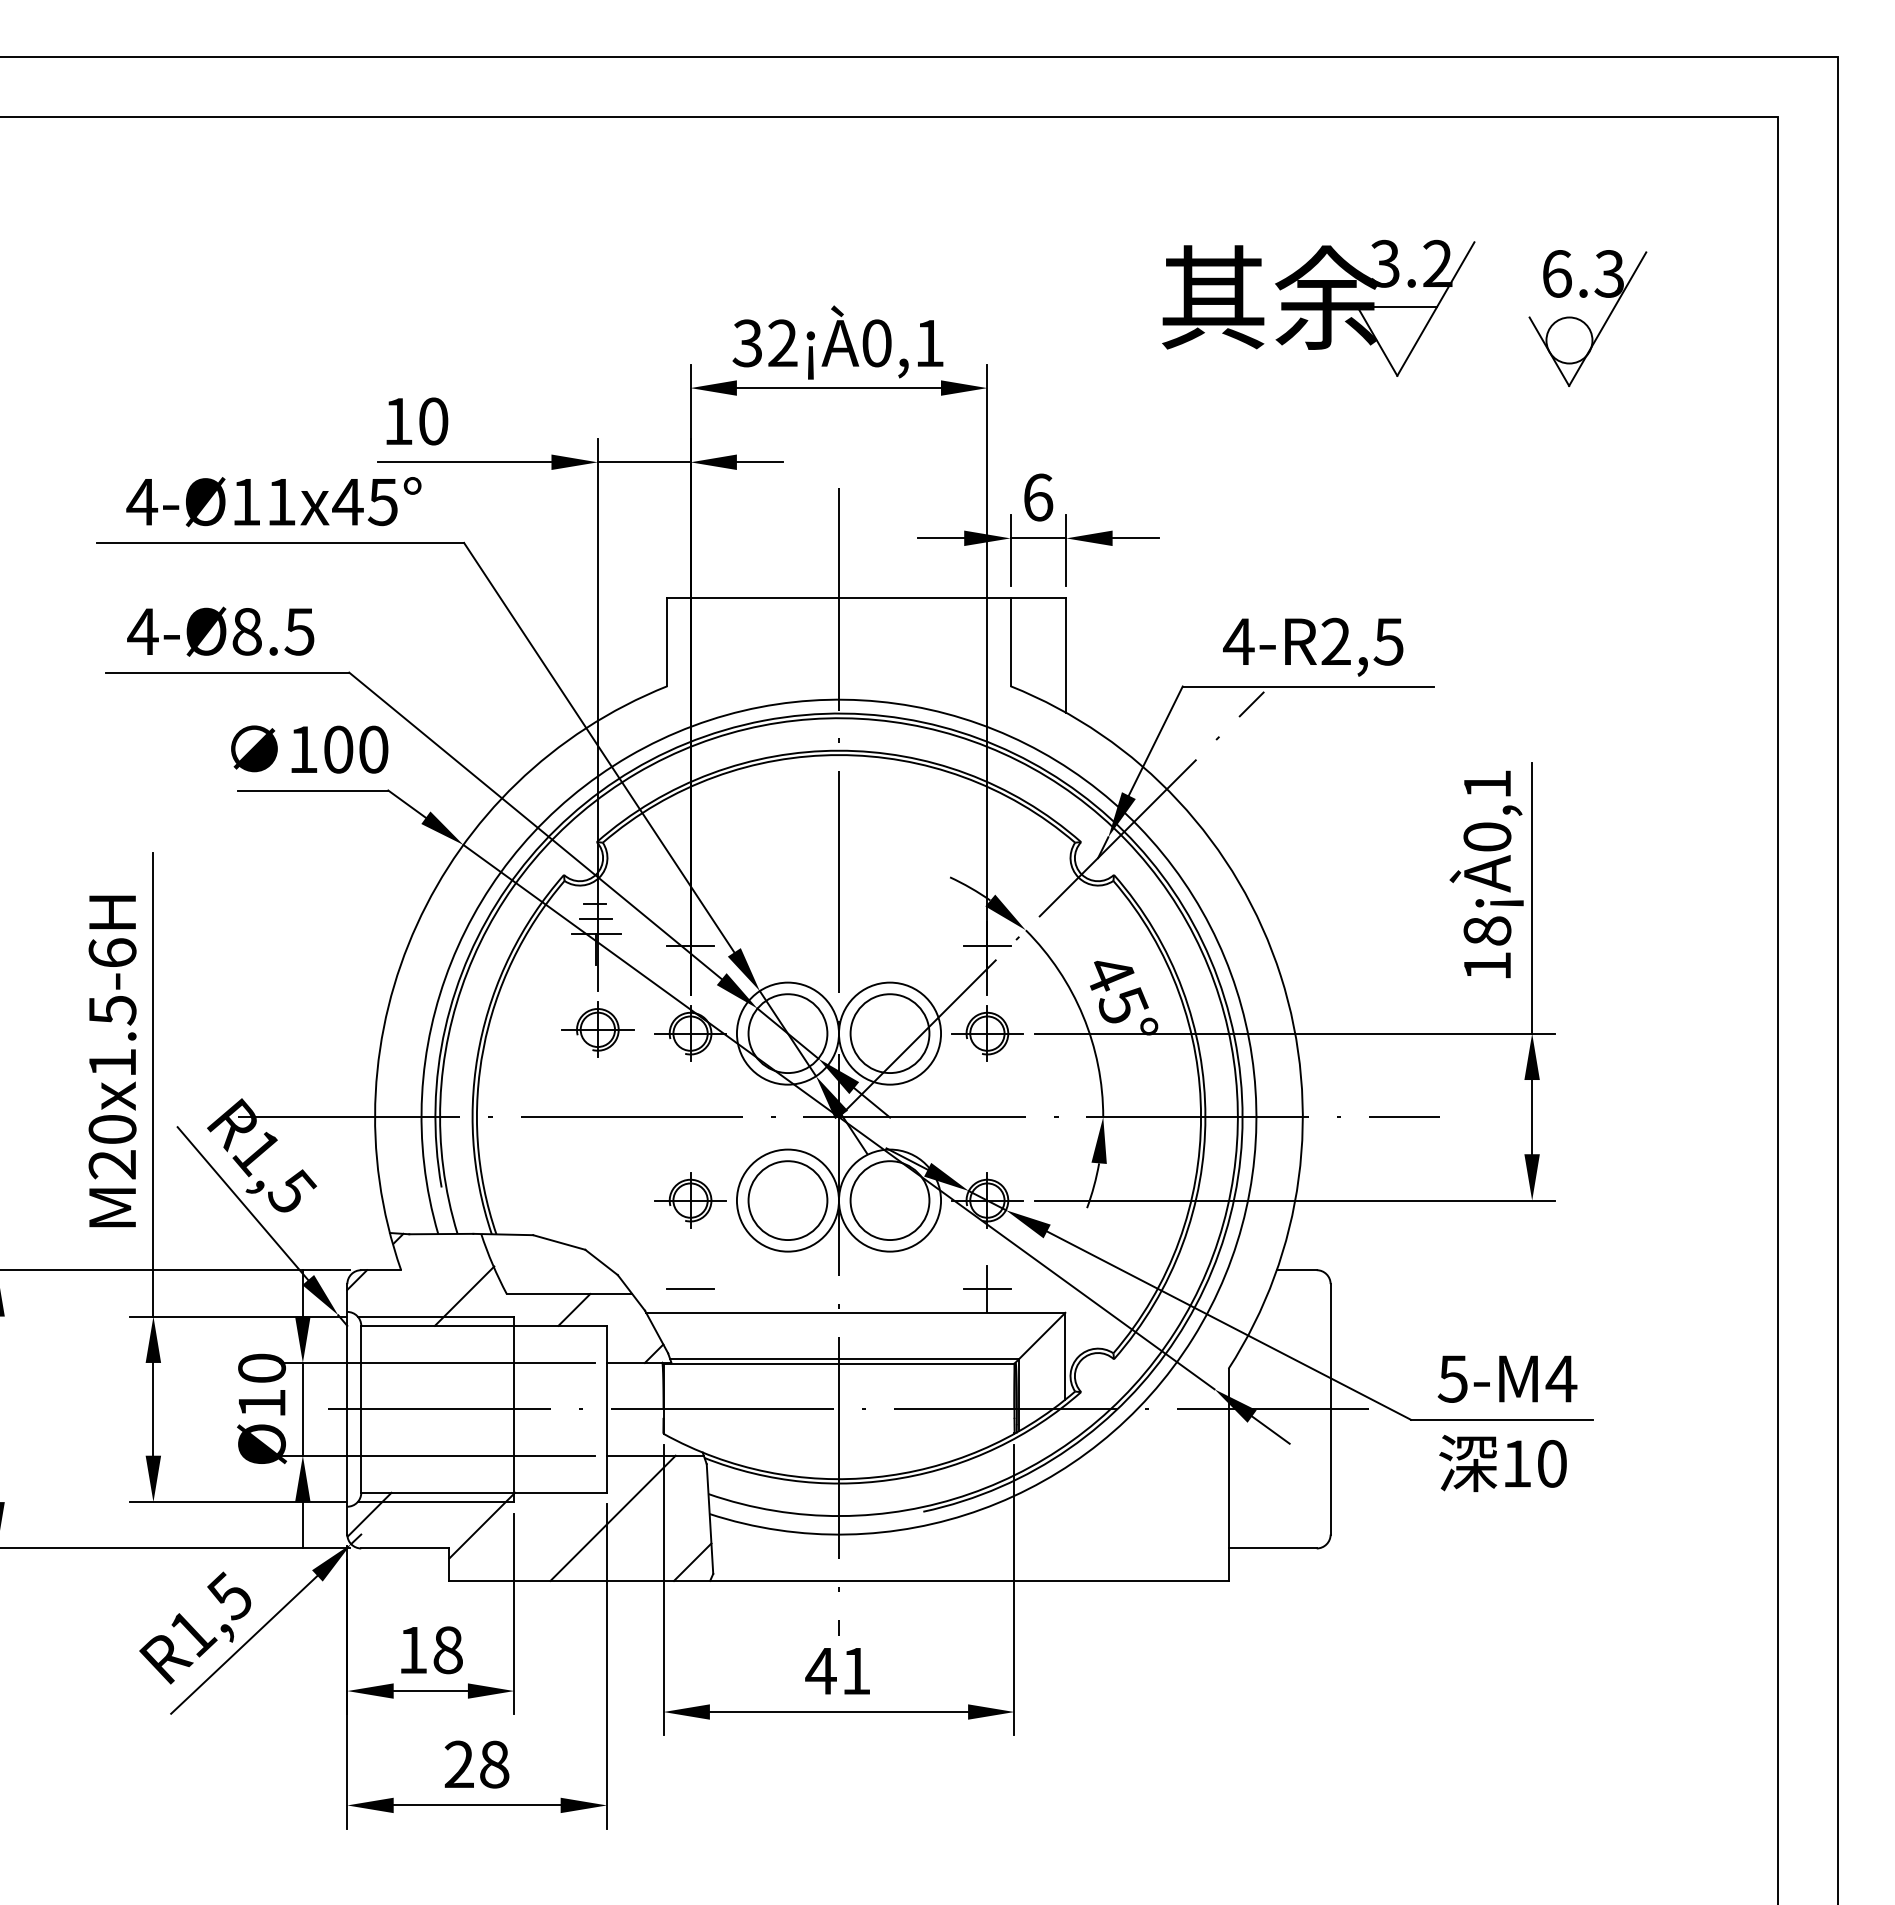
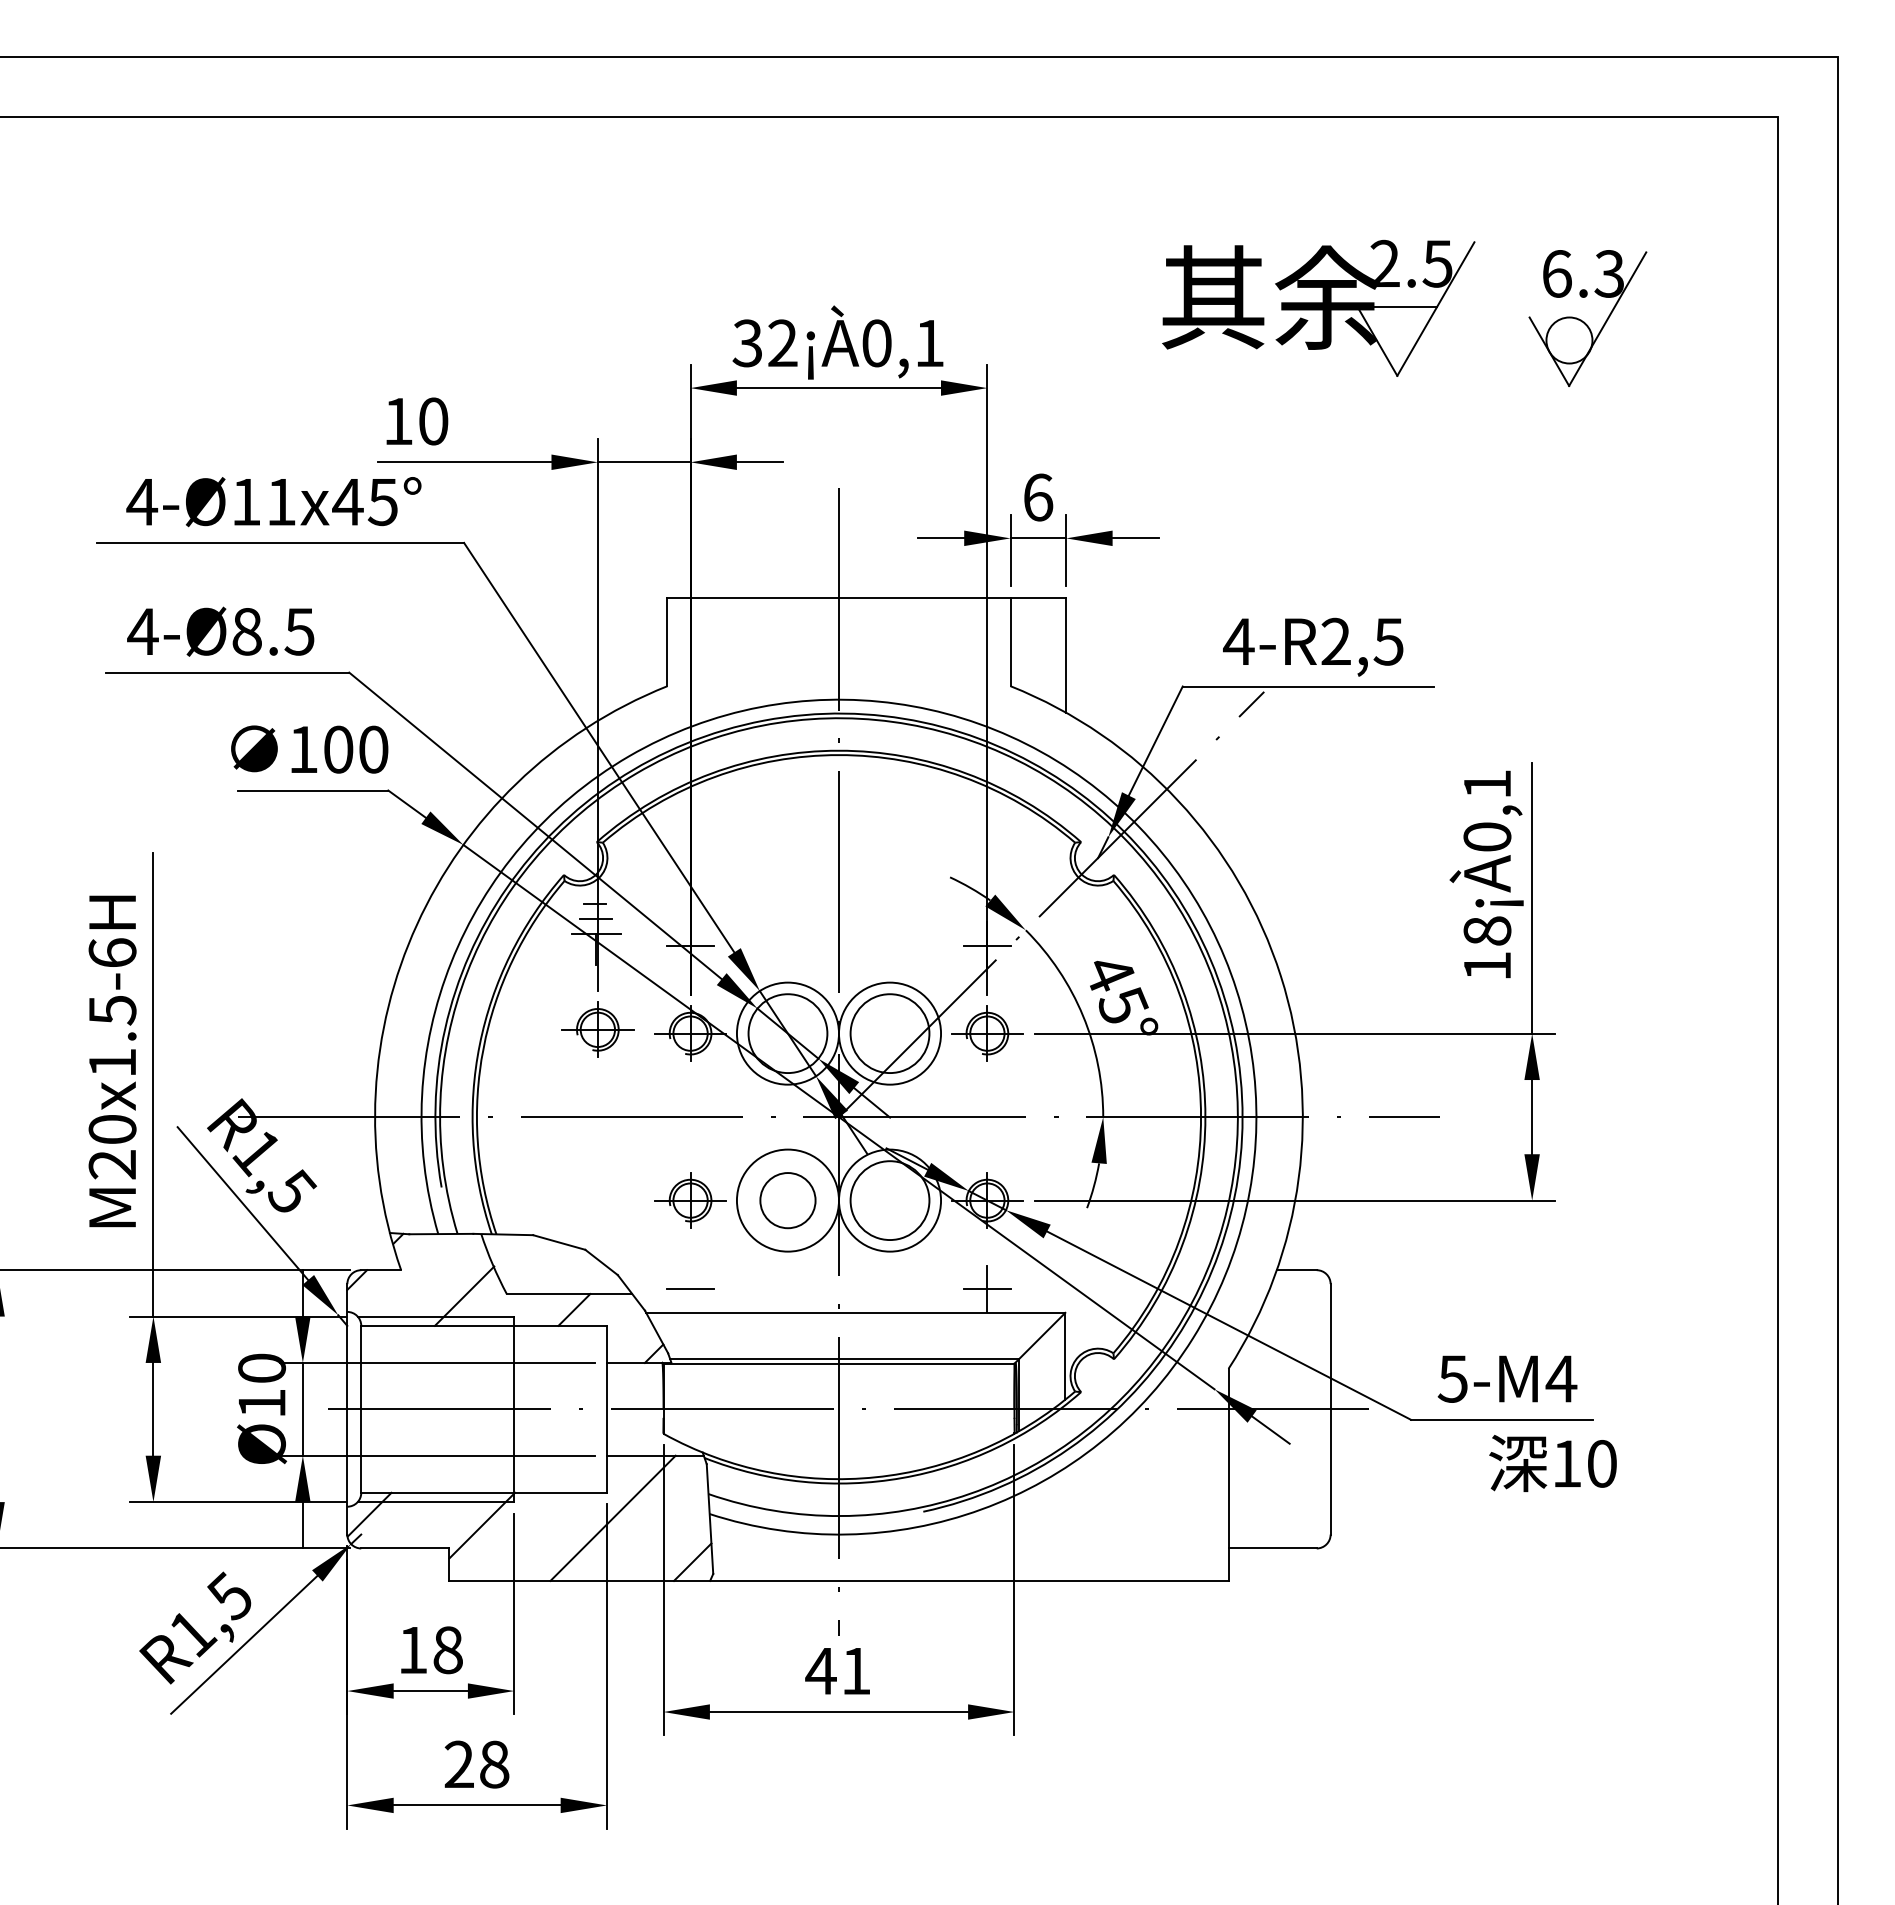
text at (1411, 263): 3.2 -> 2.5
circle at (787, 1200) diameter: 79 px -> 55 px
text at (1502, 1463) position: (1502, 1463) -> (1552, 1463)
